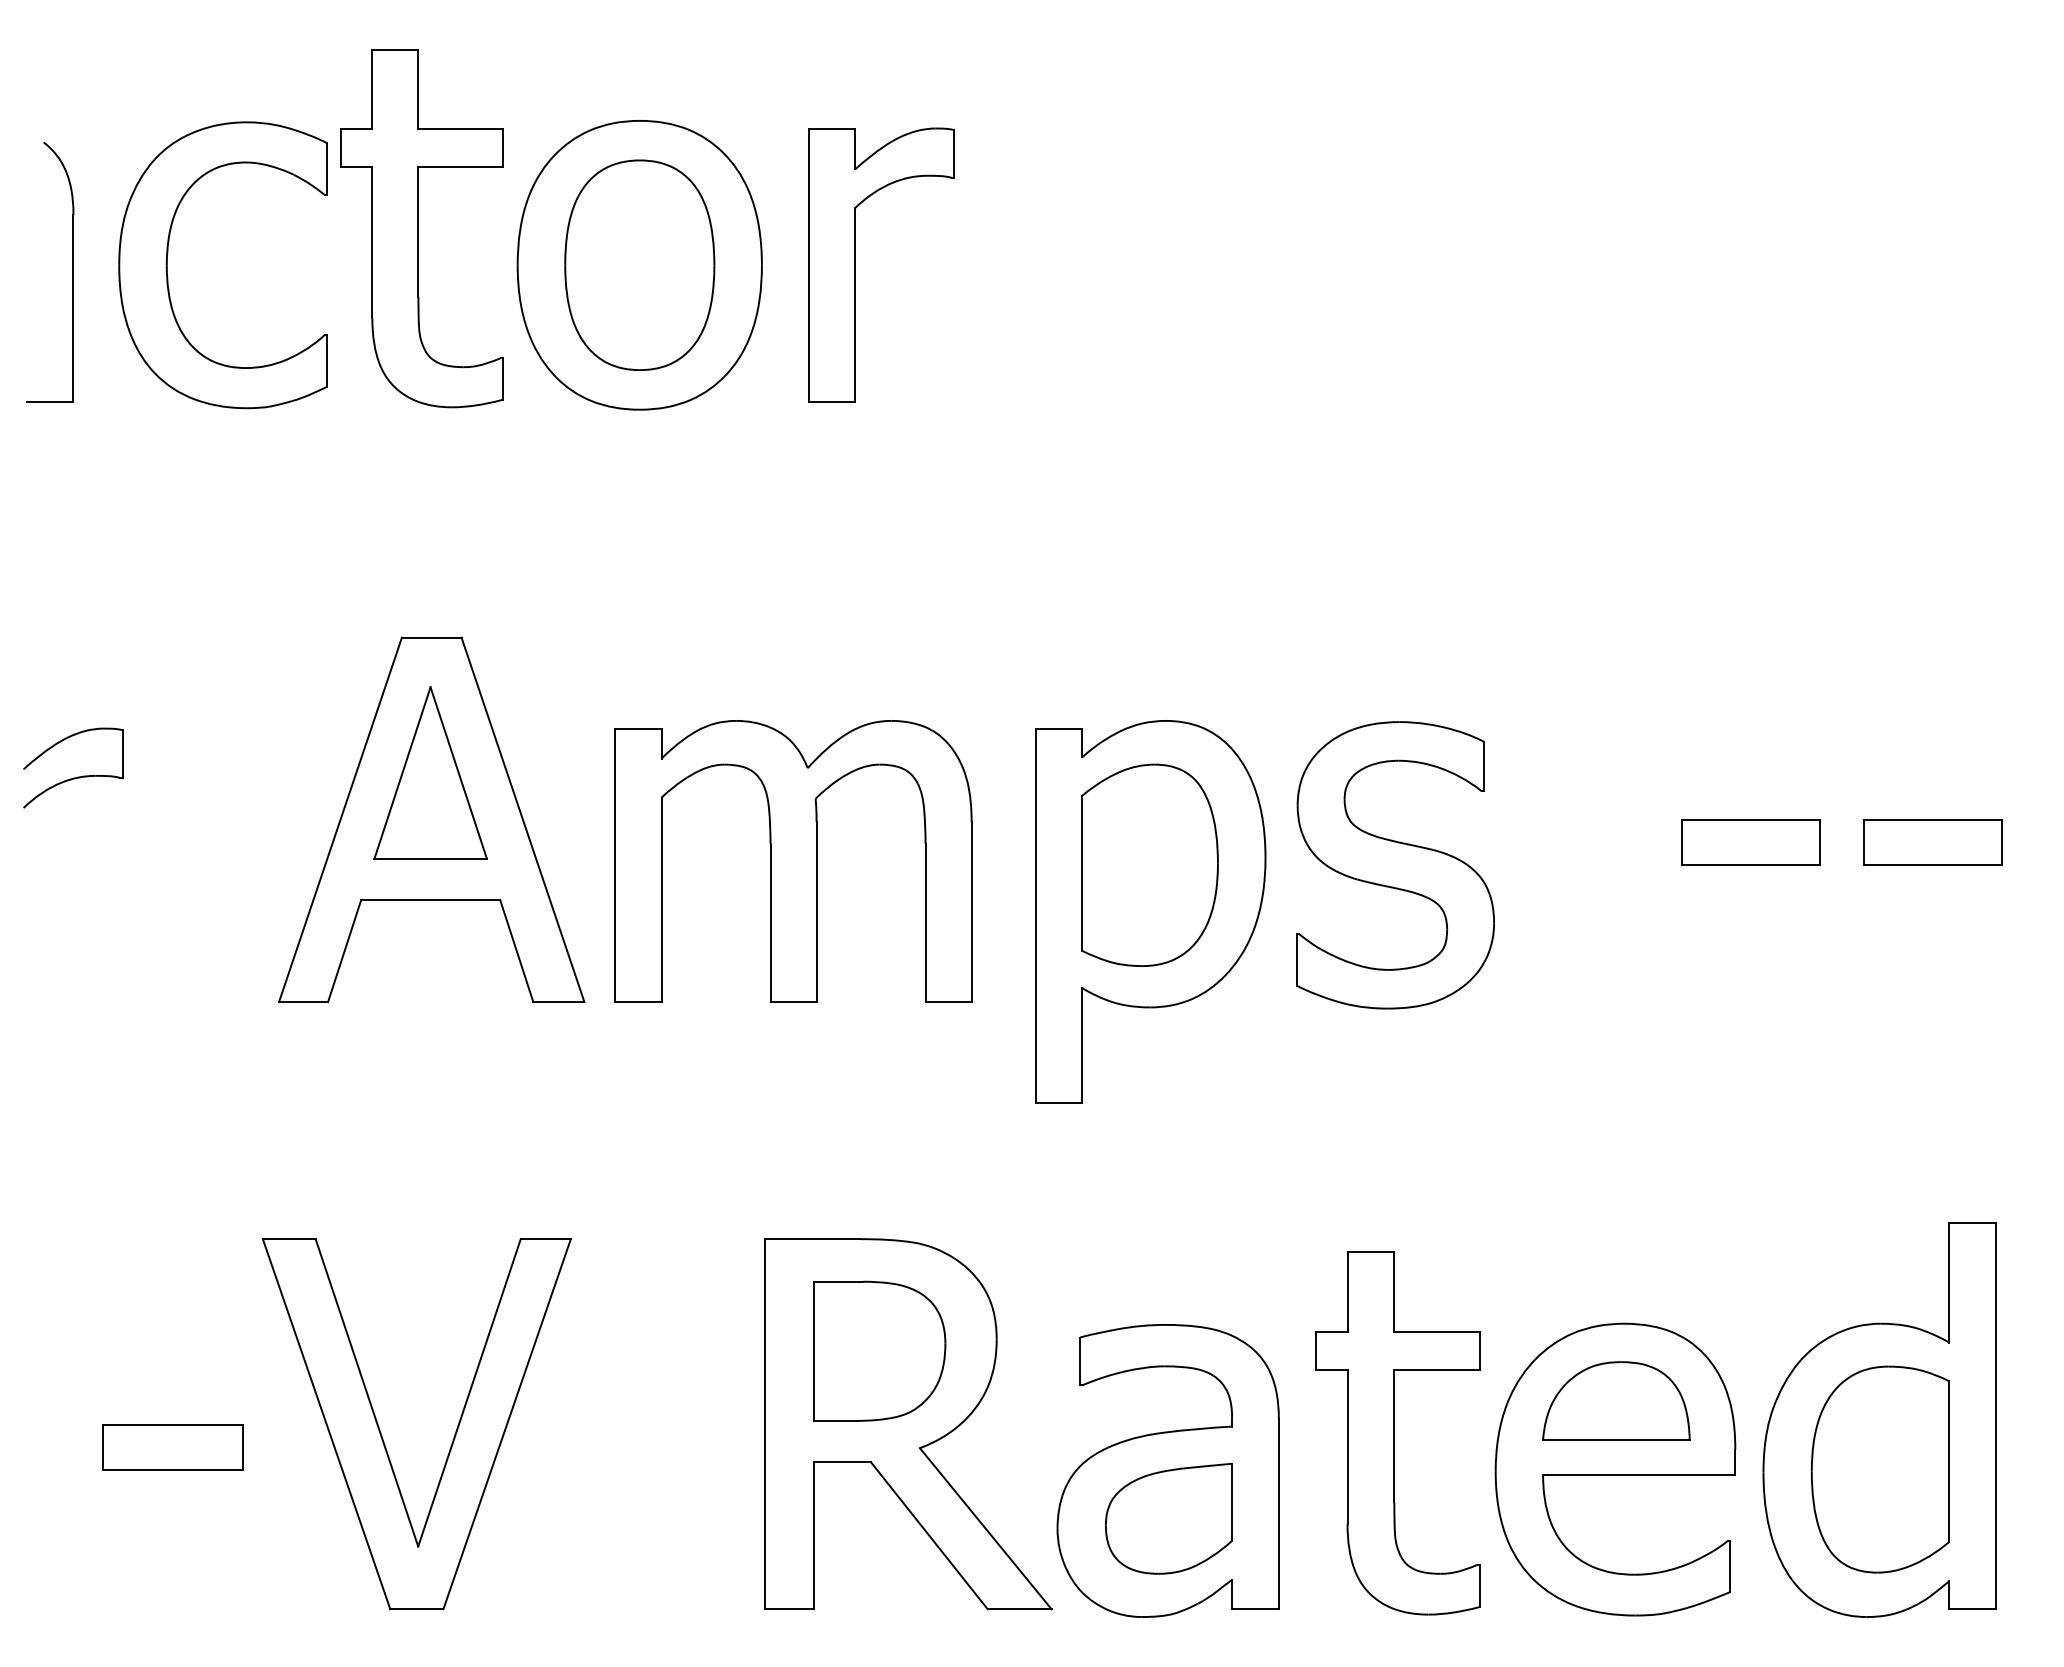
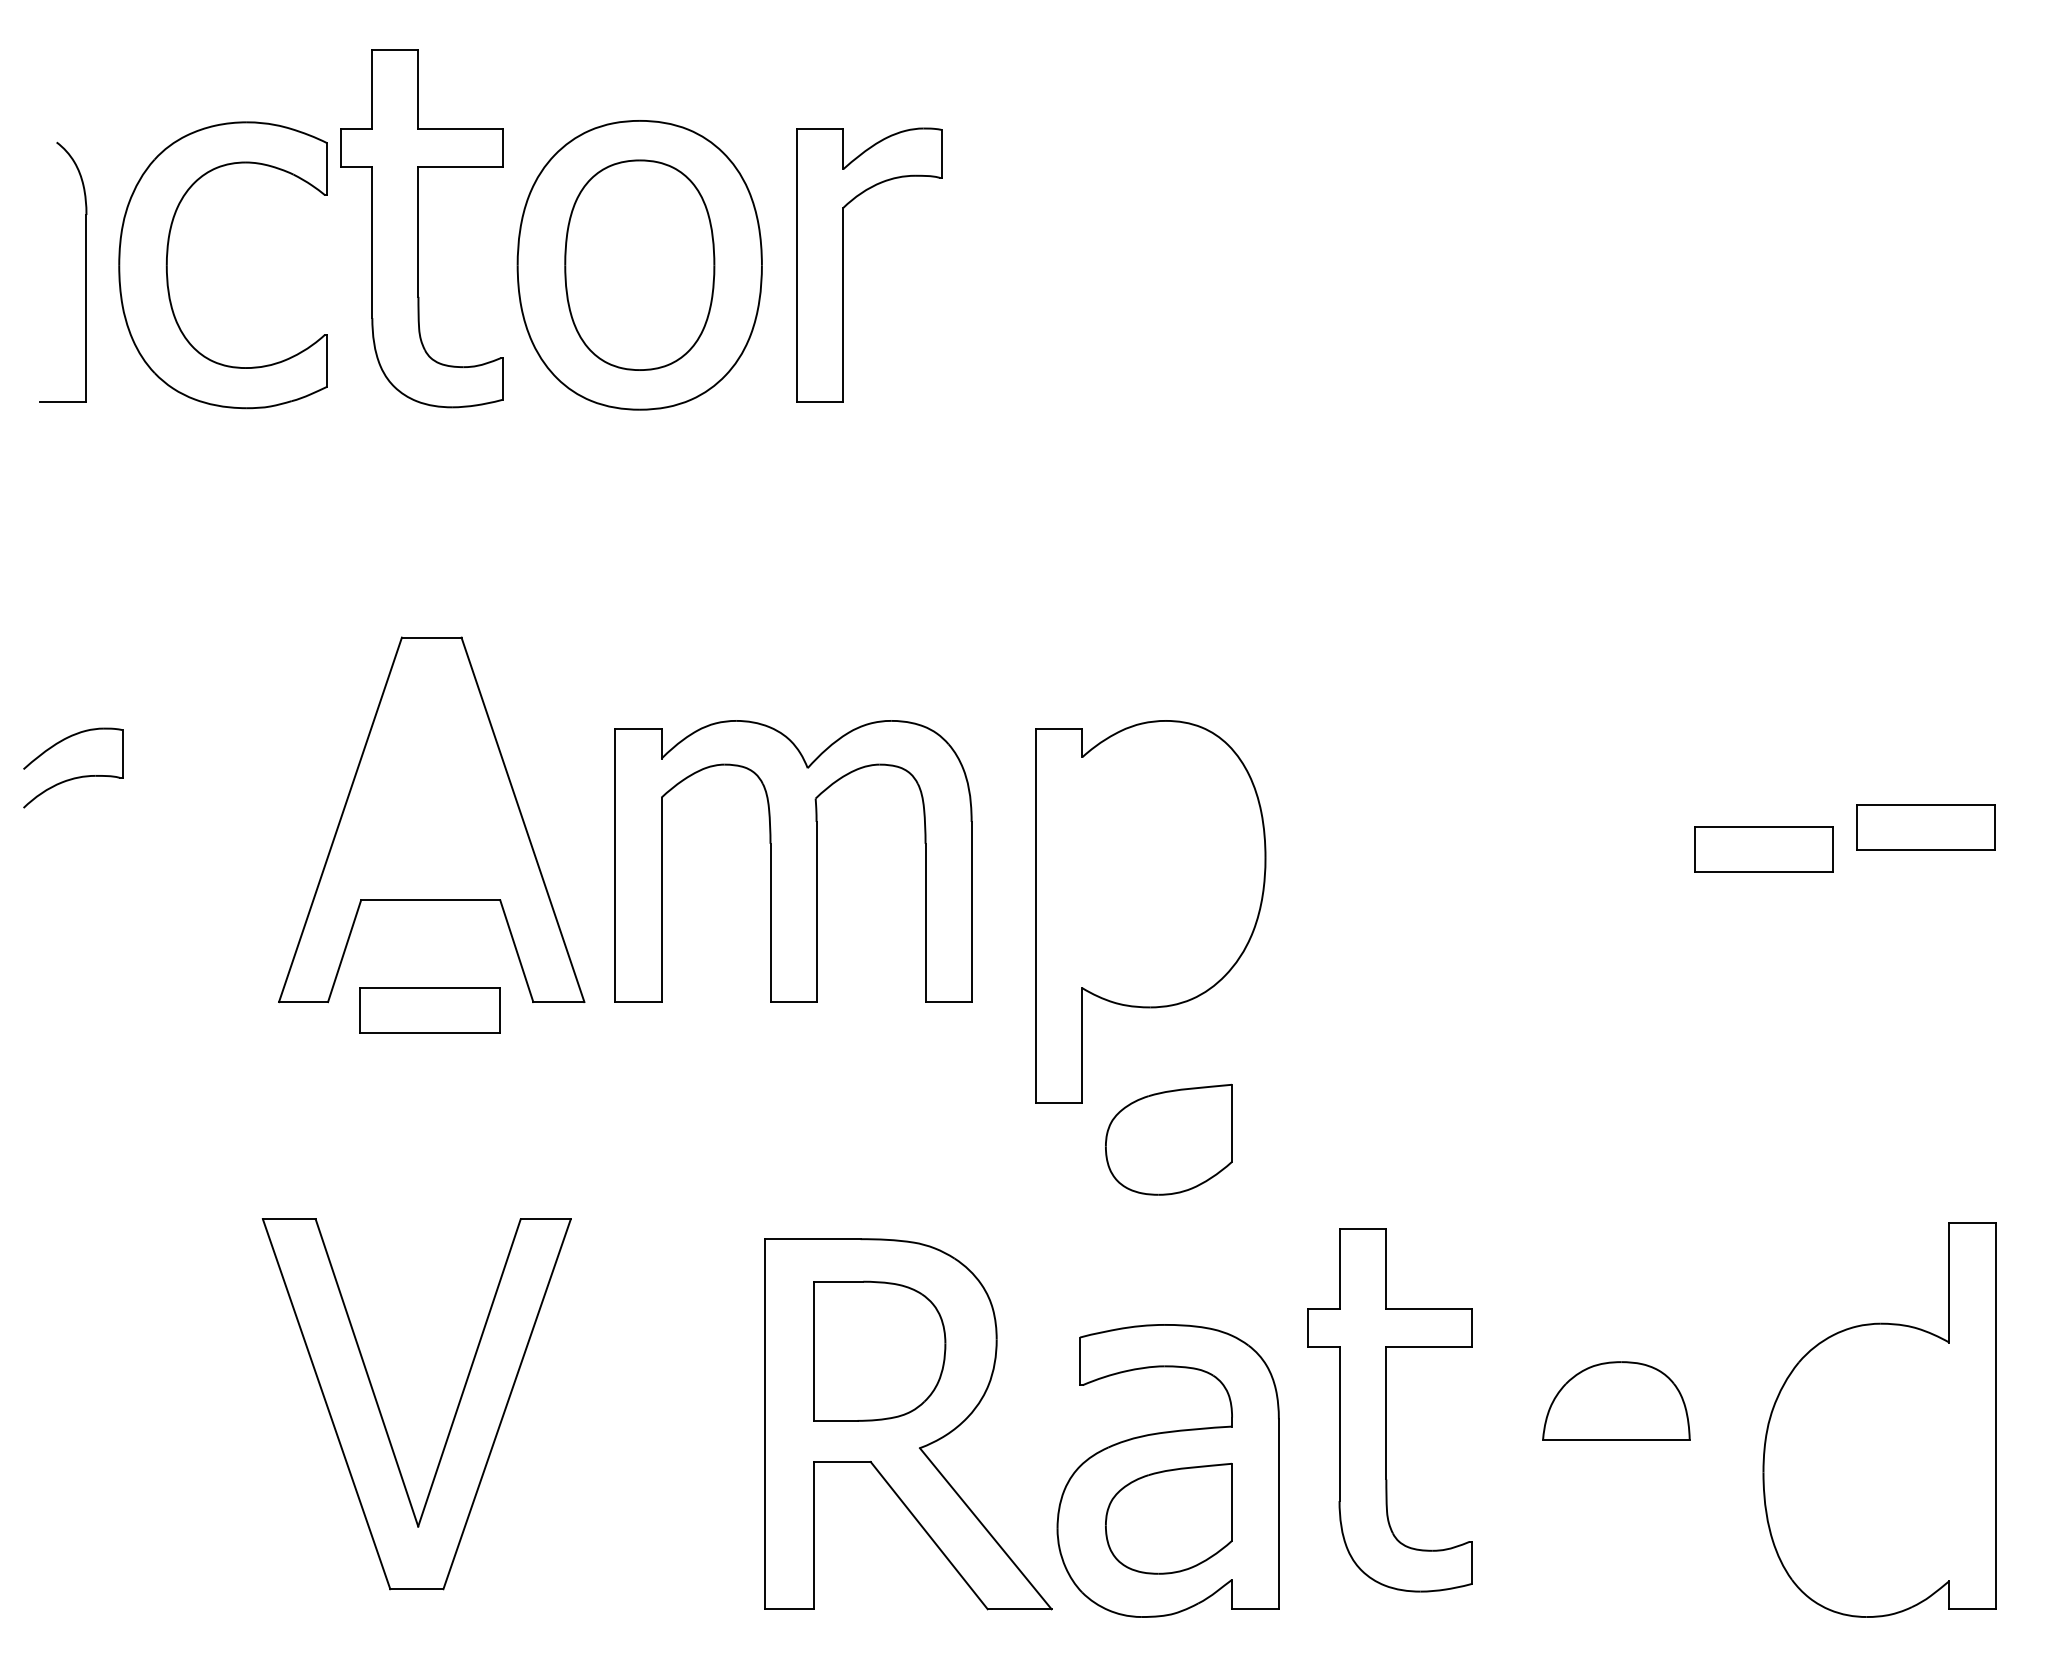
part at (855, 264) position: (855, 264) -> (843, 264)
part at (72, 271) position: (72, 271) -> (85, 271)
part at (430, 772): present -> none
part at (1750, 842) position: (1750, 842) -> (1763, 849)
part at (1932, 842) position: (1932, 842) -> (1925, 827)
part at (1149, 864): present -> none
part at (1395, 865): present -> none
part at (1168, 1139): none -> present
part at (1397, 1433) position: (1397, 1433) -> (1389, 1410)
part at (382, 1435) position: (382, 1435) -> (382, 1415)
part at (172, 1447) position: (172, 1447) -> (429, 1010)
part at (1615, 1469): present -> none
part at (1879, 1469): present -> none
